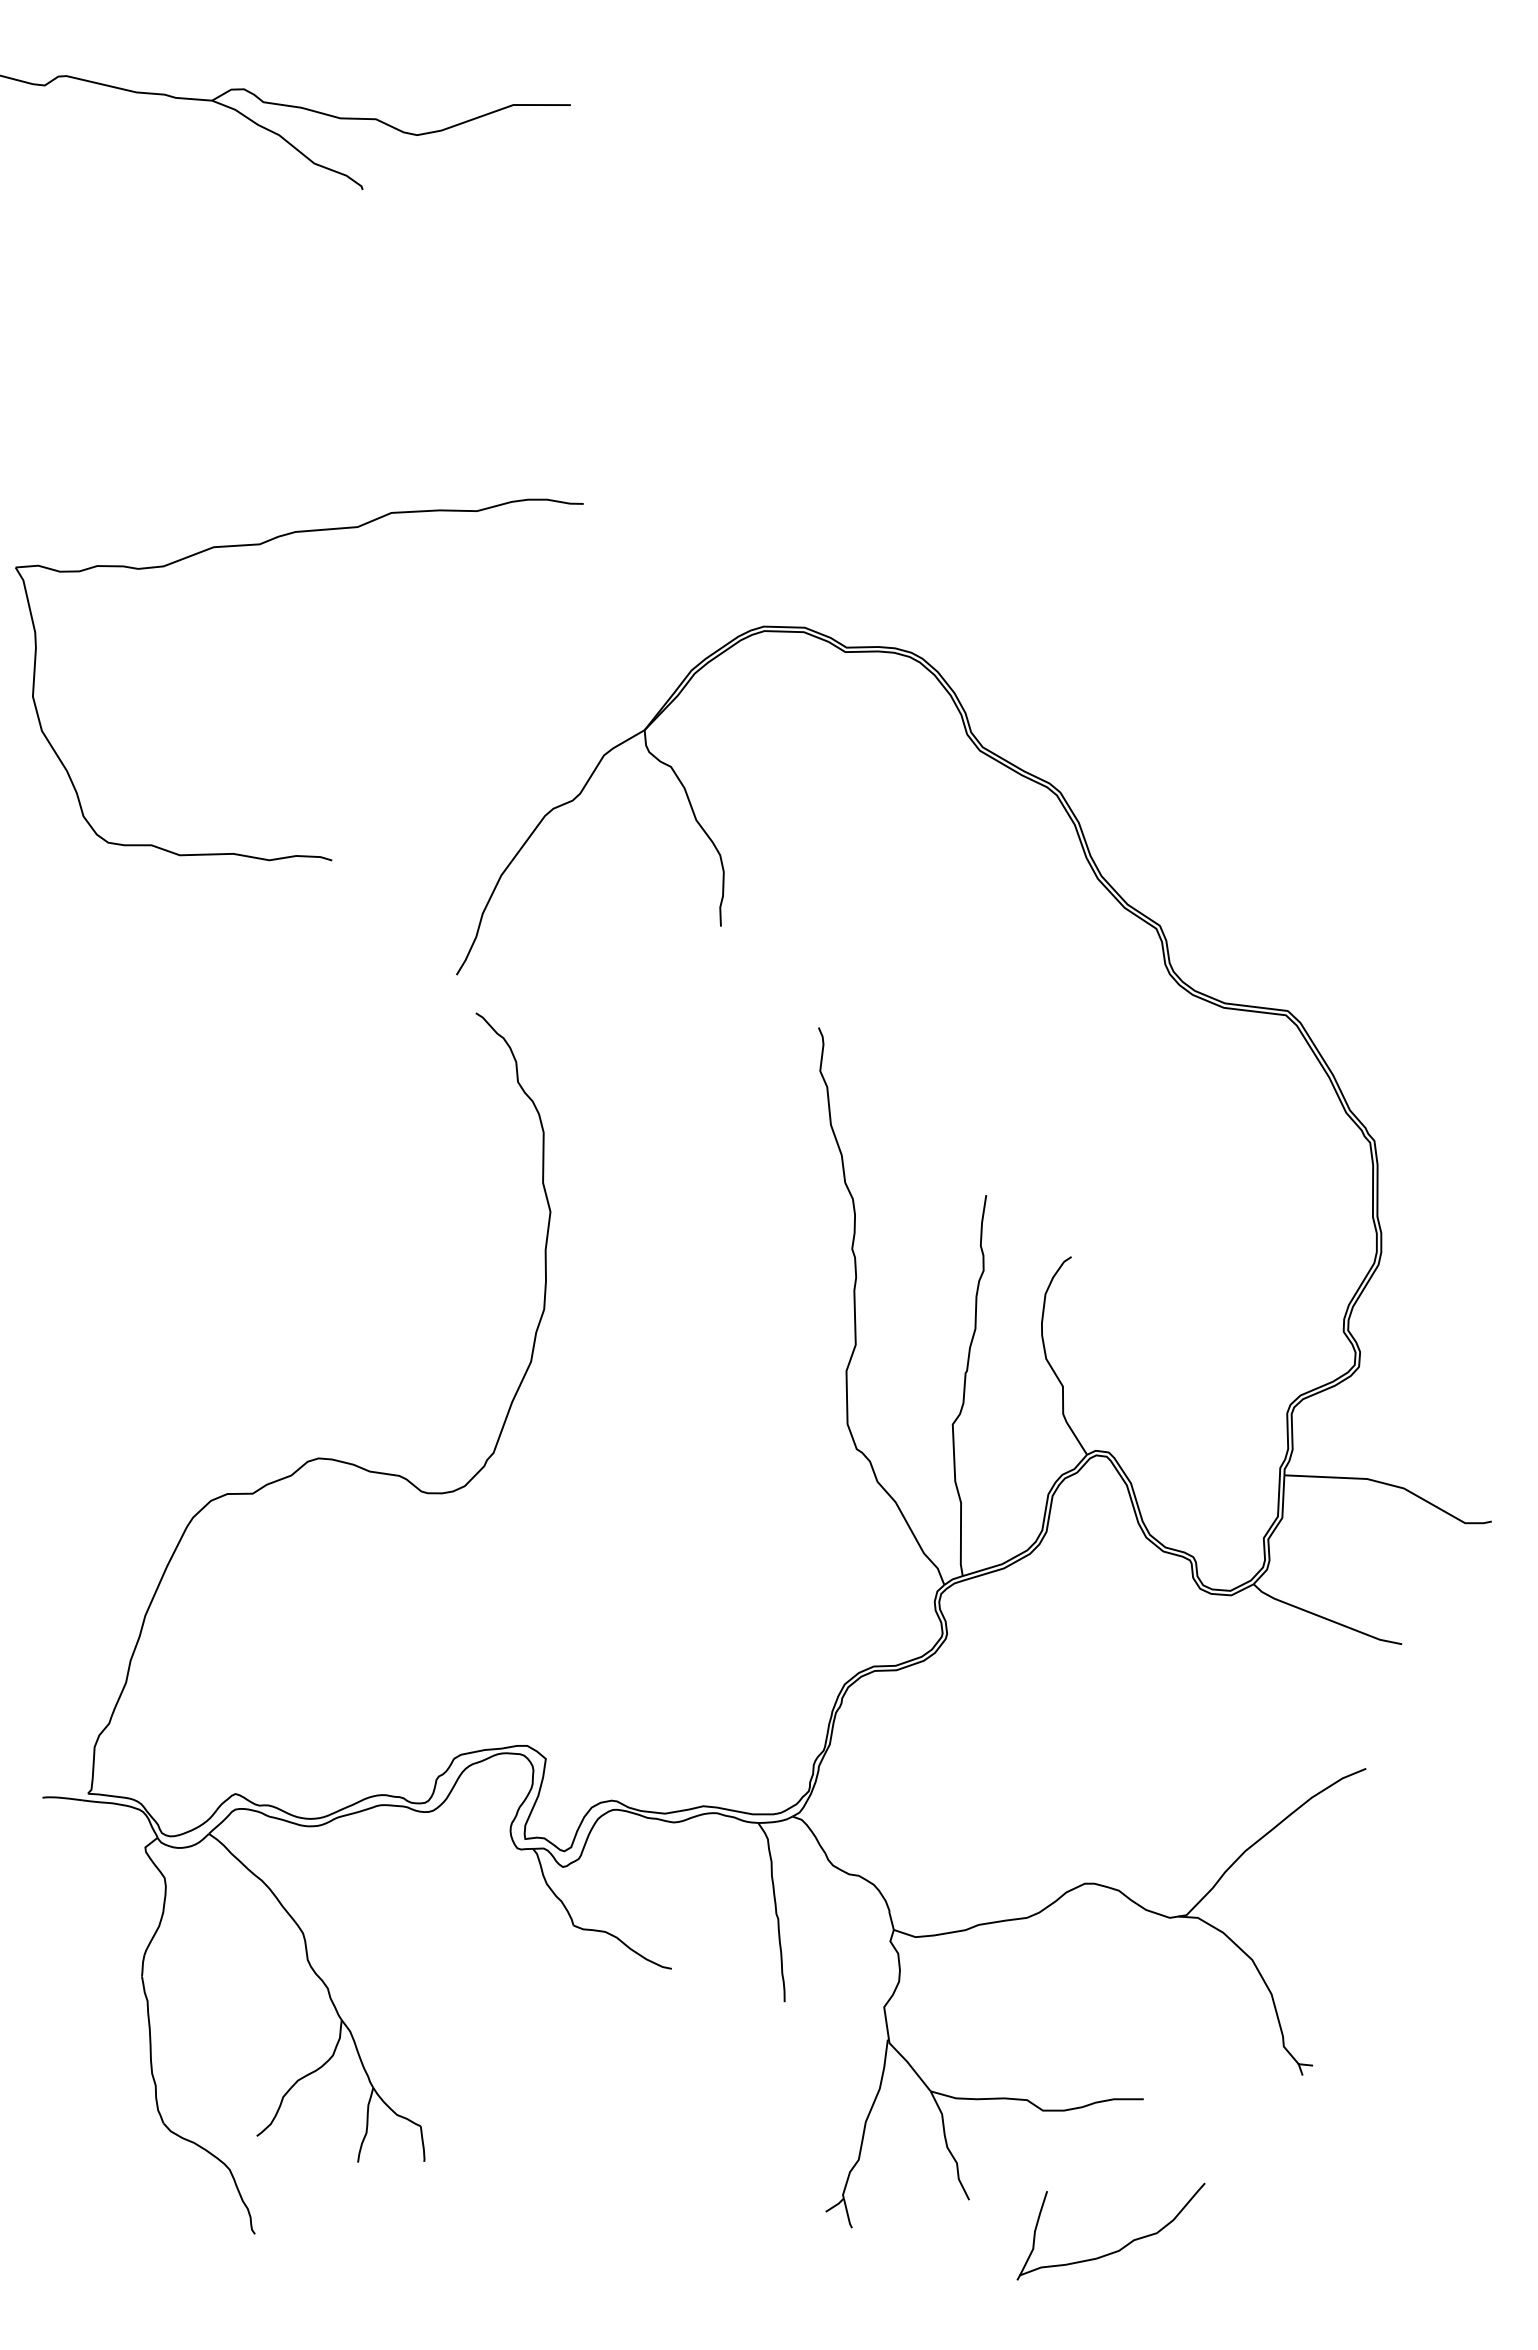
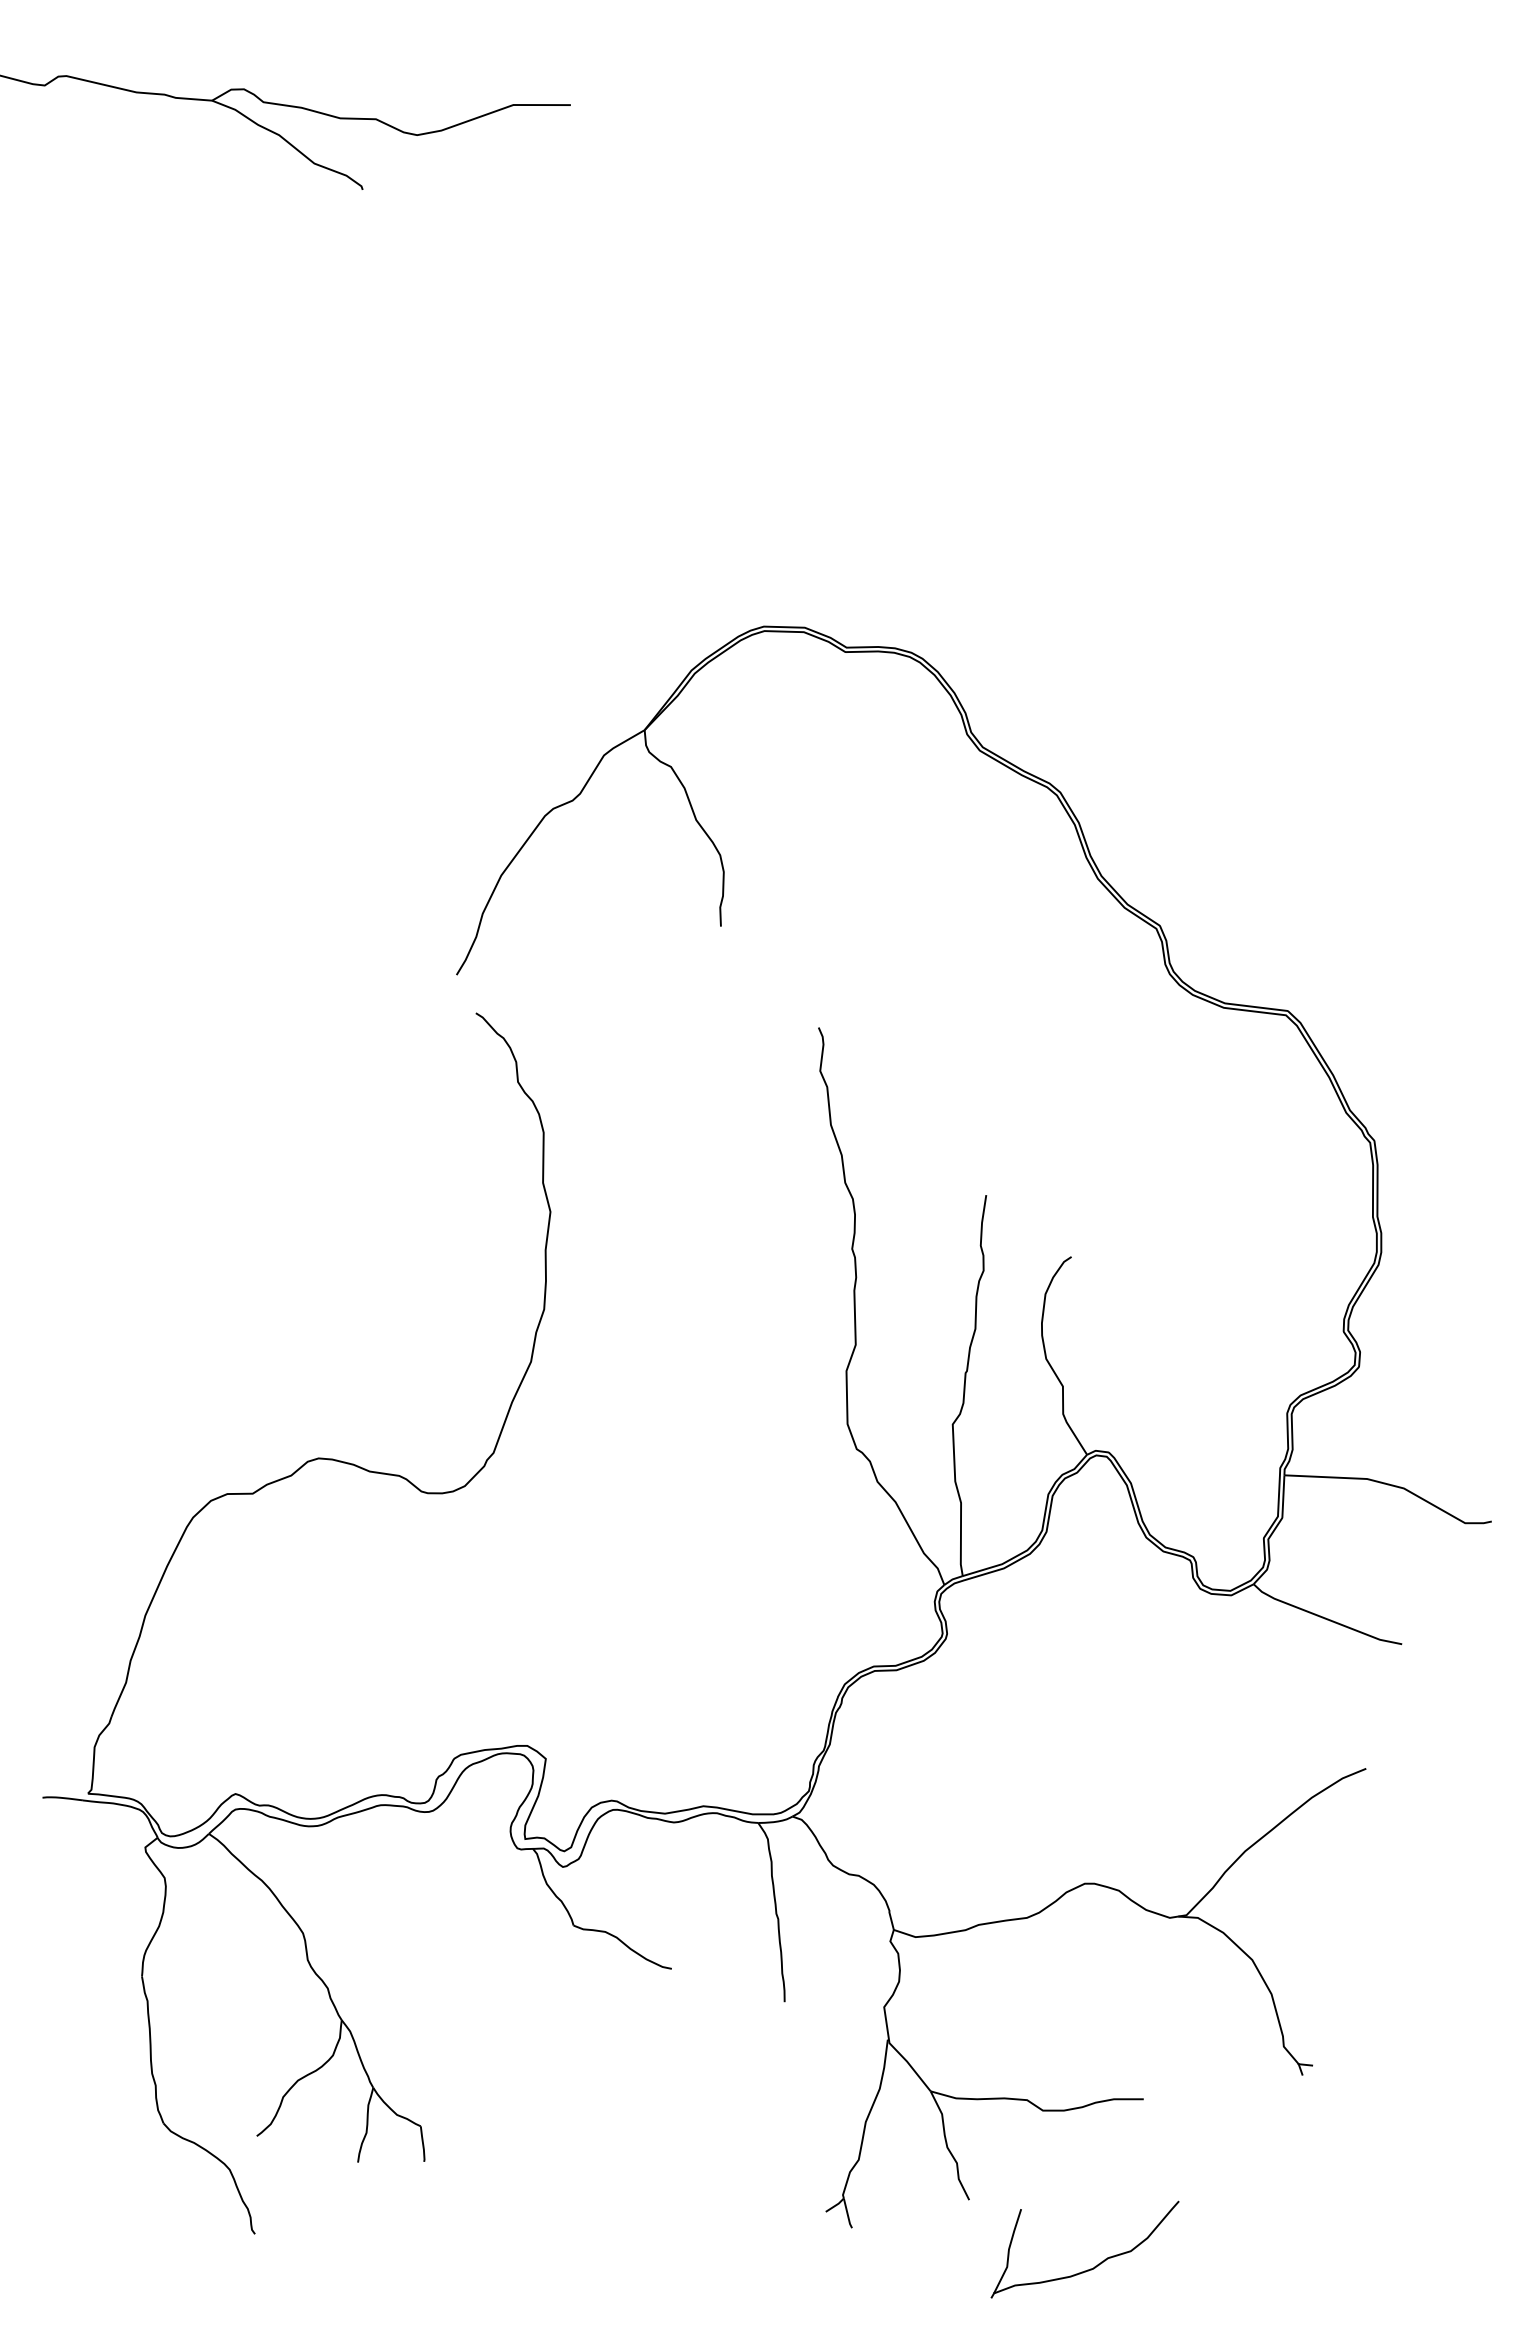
part at (259, 545): present -> none
part at (1120, 2248) position: (1120, 2248) -> (1094, 2266)
